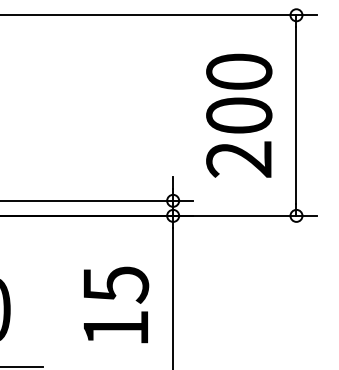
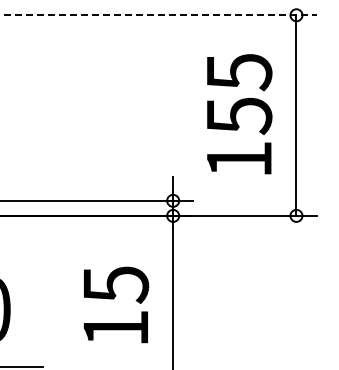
line at (158, 15): solid -> dashed
text at (239, 115): 200 -> 155
